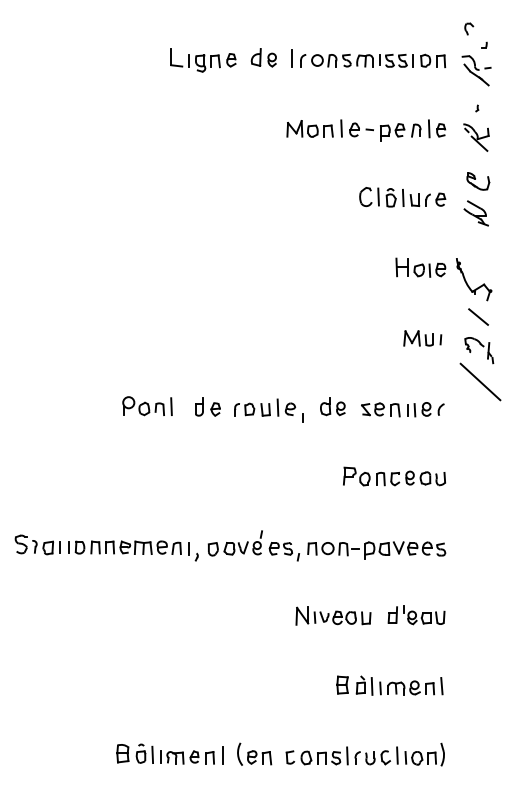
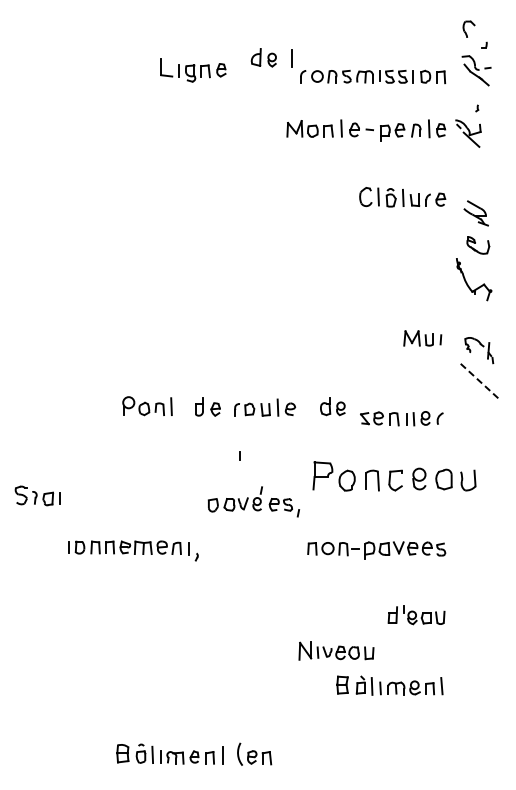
part at (469, 28) size: 11x14 px -> 14x18 px
part at (203, 60) position: (203, 60) -> (193, 70)
part at (373, 60) position: (373, 60) -> (373, 76)
part at (476, 137) position: (476, 137) -> (468, 133)
part at (478, 181) position: (478, 181) -> (478, 245)
part at (420, 267): present -> none
line at (478, 316): present -> none
line at (480, 382): solid -> dashed
part at (402, 409) position: (402, 409) -> (401, 418)
line at (302, 417) position: (302, 417) -> (239, 455)
part at (394, 476) size: 103x21 px -> 165x31 px
part at (37, 544) position: (37, 544) -> (37, 495)
part at (253, 545) position: (253, 545) -> (253, 501)
part at (333, 615) position: (333, 615) -> (336, 650)
part at (364, 754): present -> none
